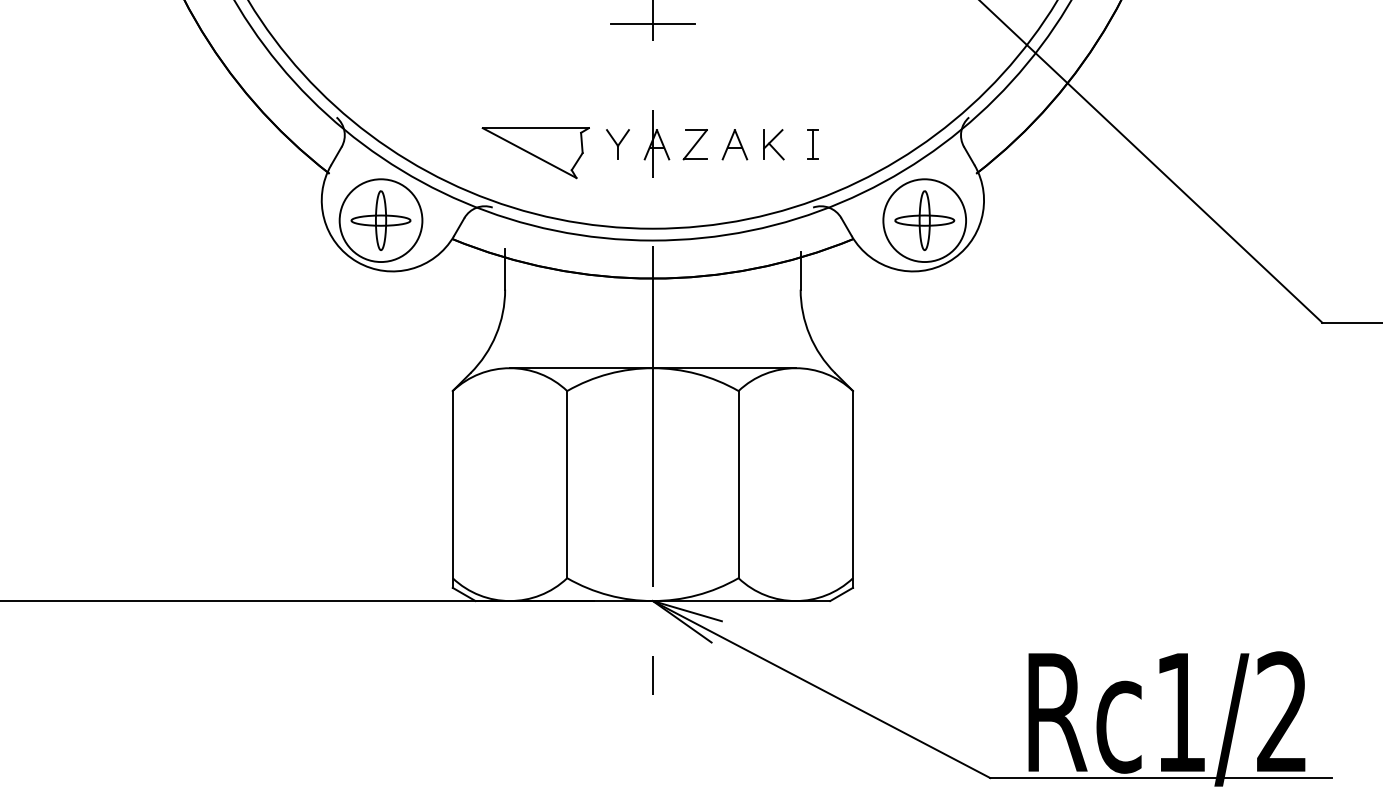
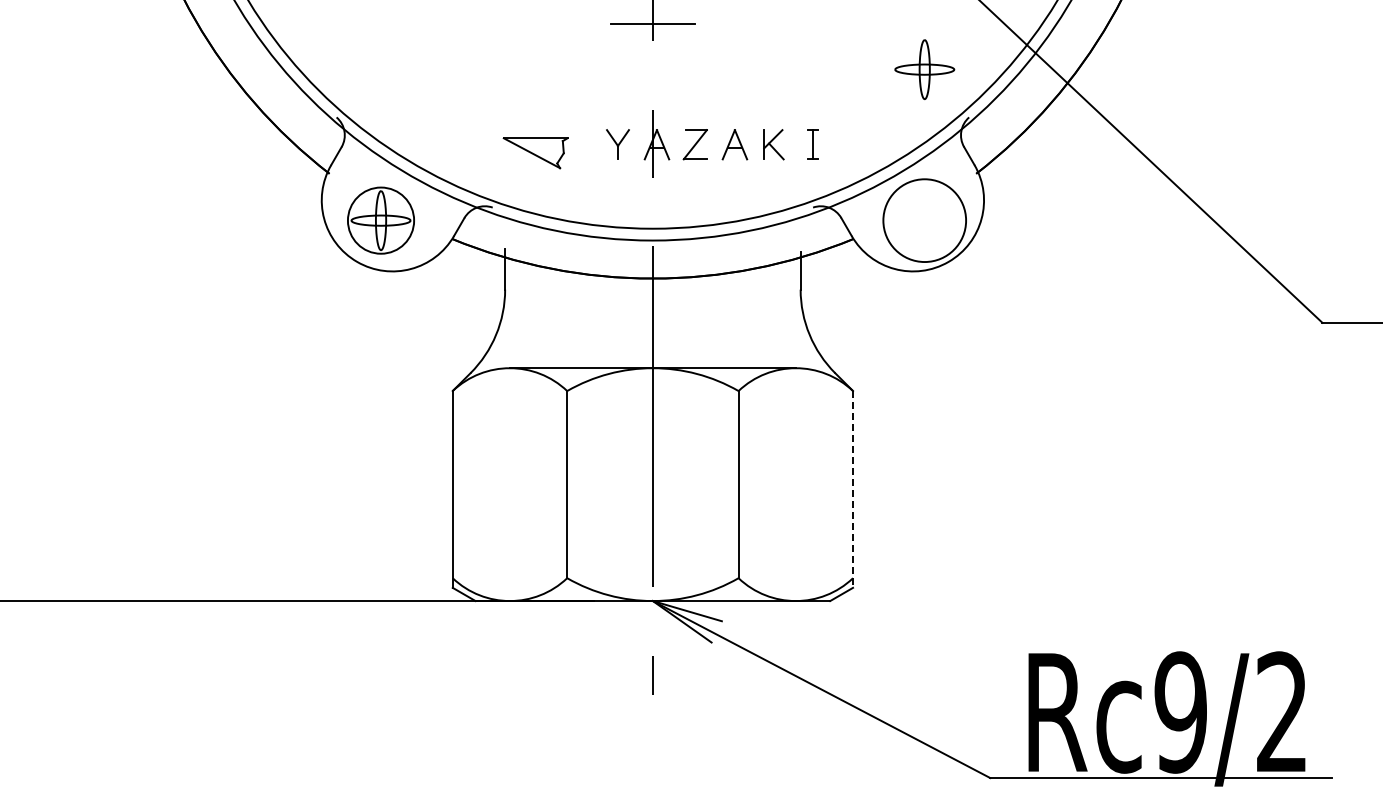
part at (535, 153) size: 109x53 px -> 67x33 px
circle at (380, 220) diameter: 83 px -> 66 px
part at (924, 220) position: (924, 220) -> (924, 69)
line at (853, 489): solid -> dashed
text at (1180, 712): Rc1/2 -> Rc9/2
